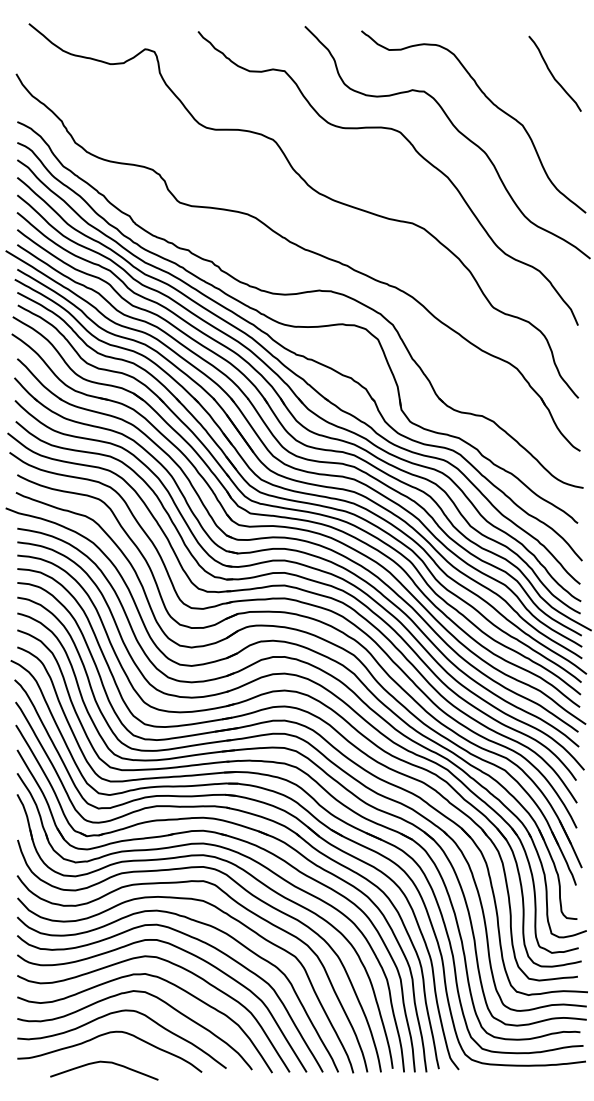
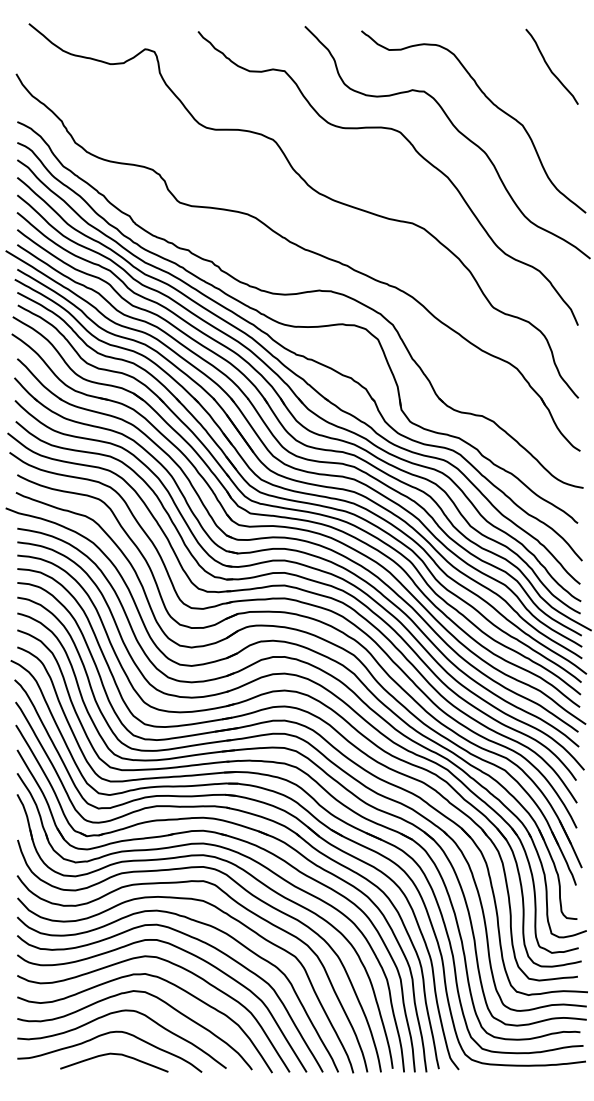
curve at (552, 73) position: (552, 73) -> (549, 66)
curve at (106, 1063) position: (106, 1063) -> (116, 1055)
